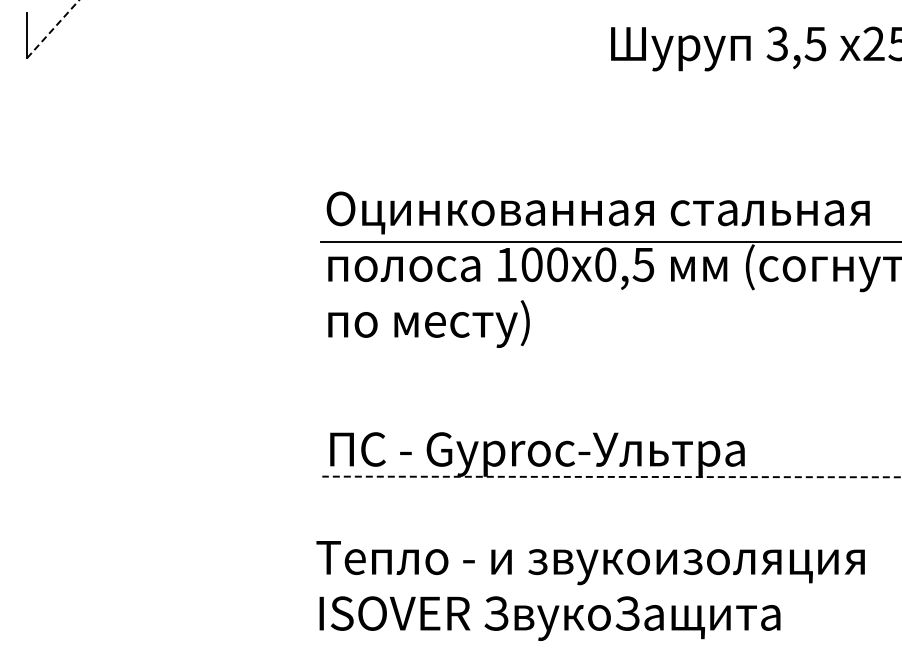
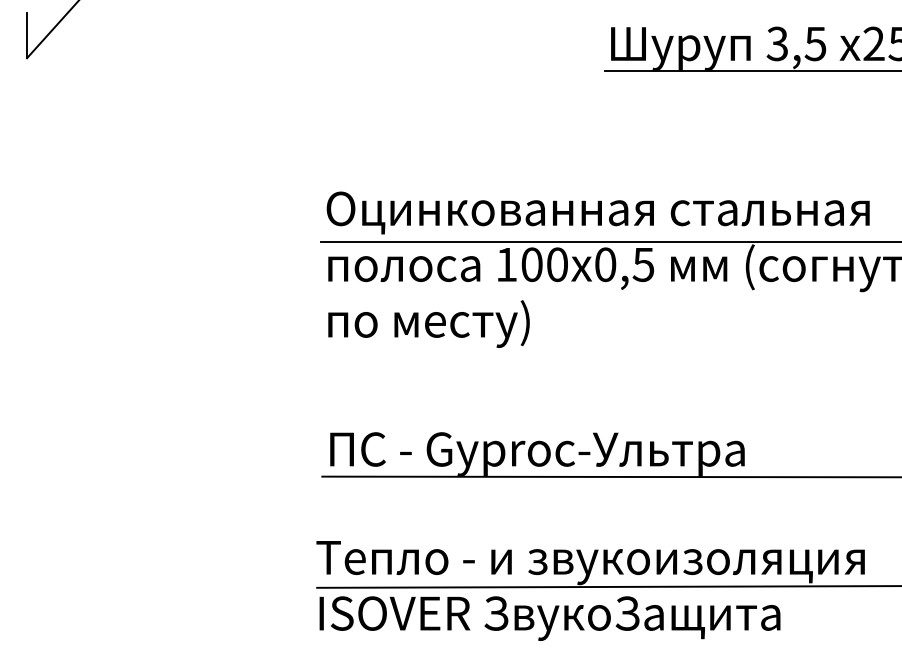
line at (52, 29): dashed -> solid
line at (751, 71): none -> present
line at (611, 476): dashed -> solid
line at (607, 586): none -> present
